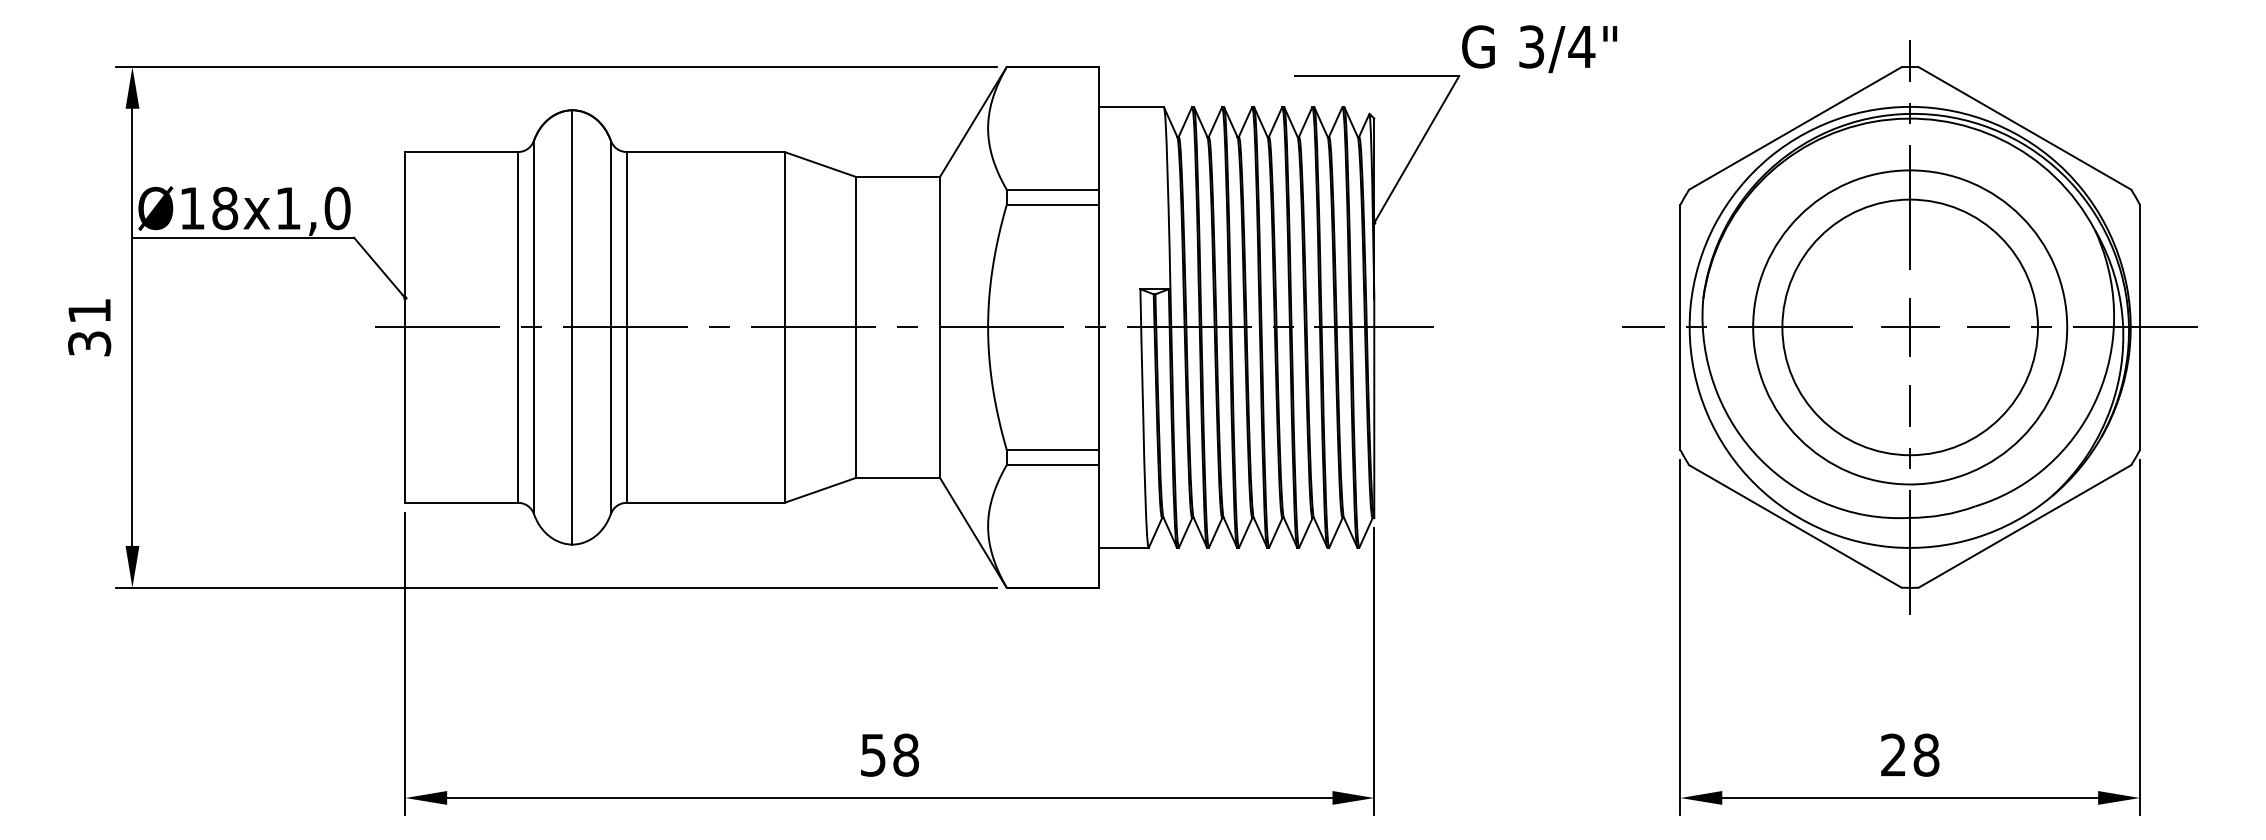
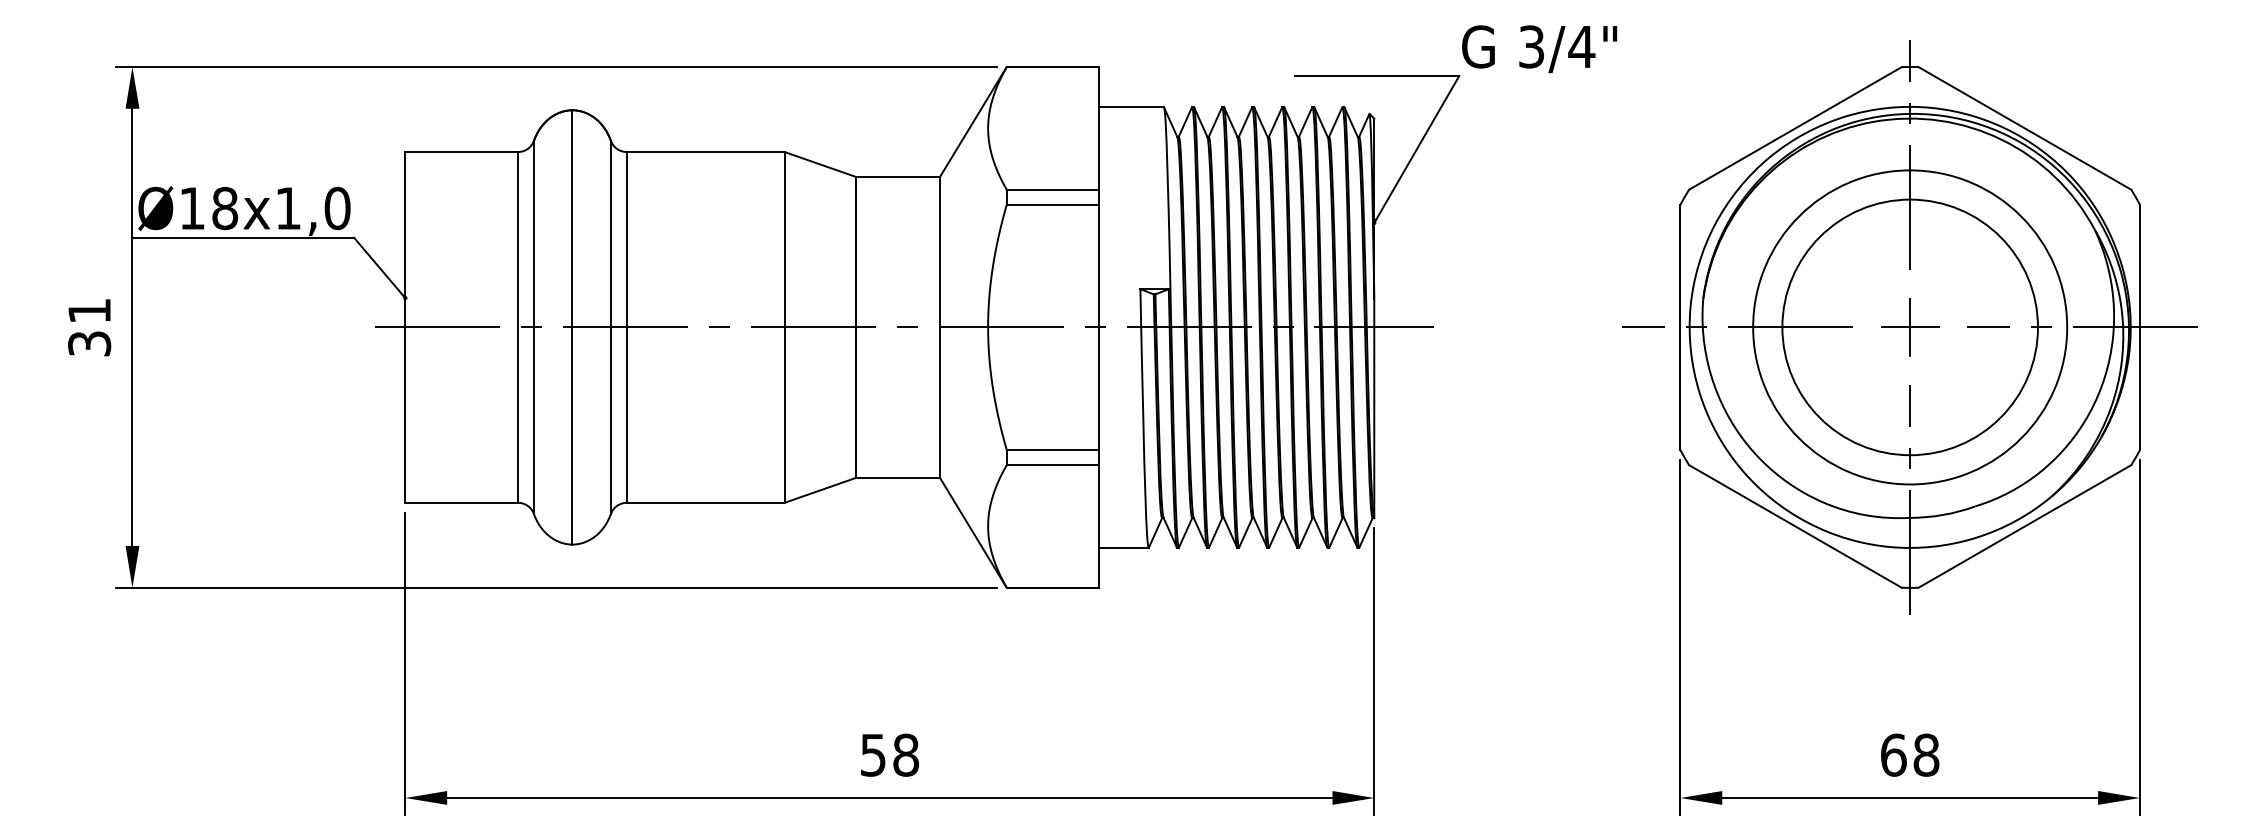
text at (1893, 754): 28 -> 68
